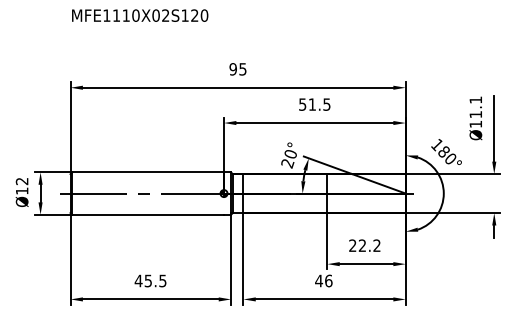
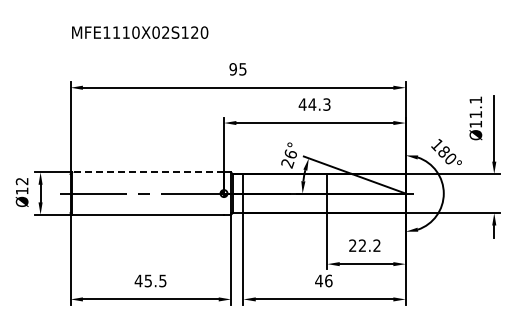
text at (140, 15) position: (140, 15) -> (140, 32)
text at (314, 104): 51.5 -> 44.3
text at (290, 152): 20° -> 26°
line at (148, 172): solid -> dashed
